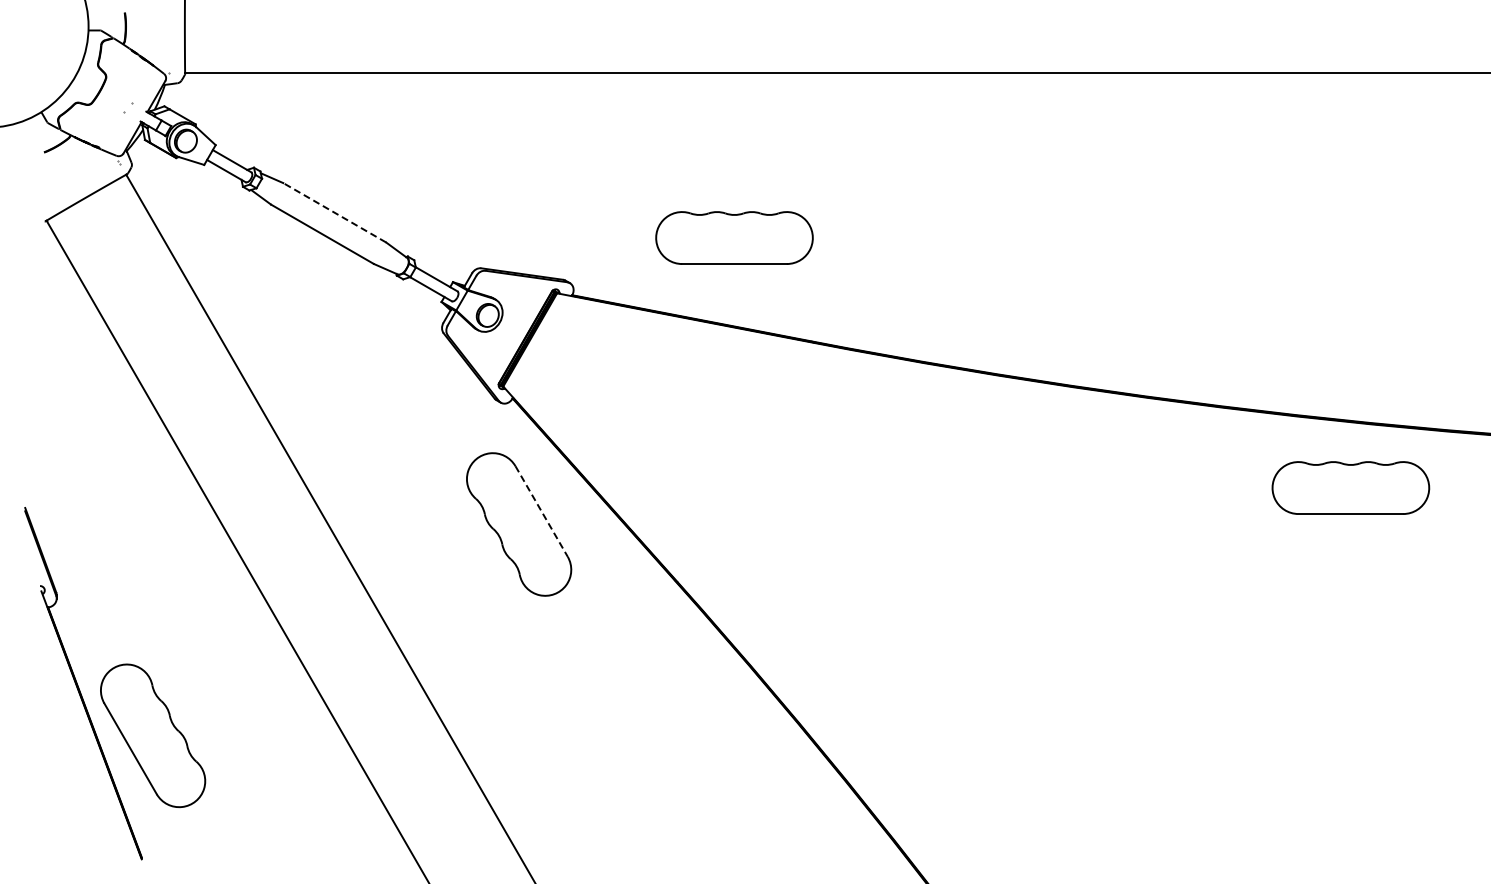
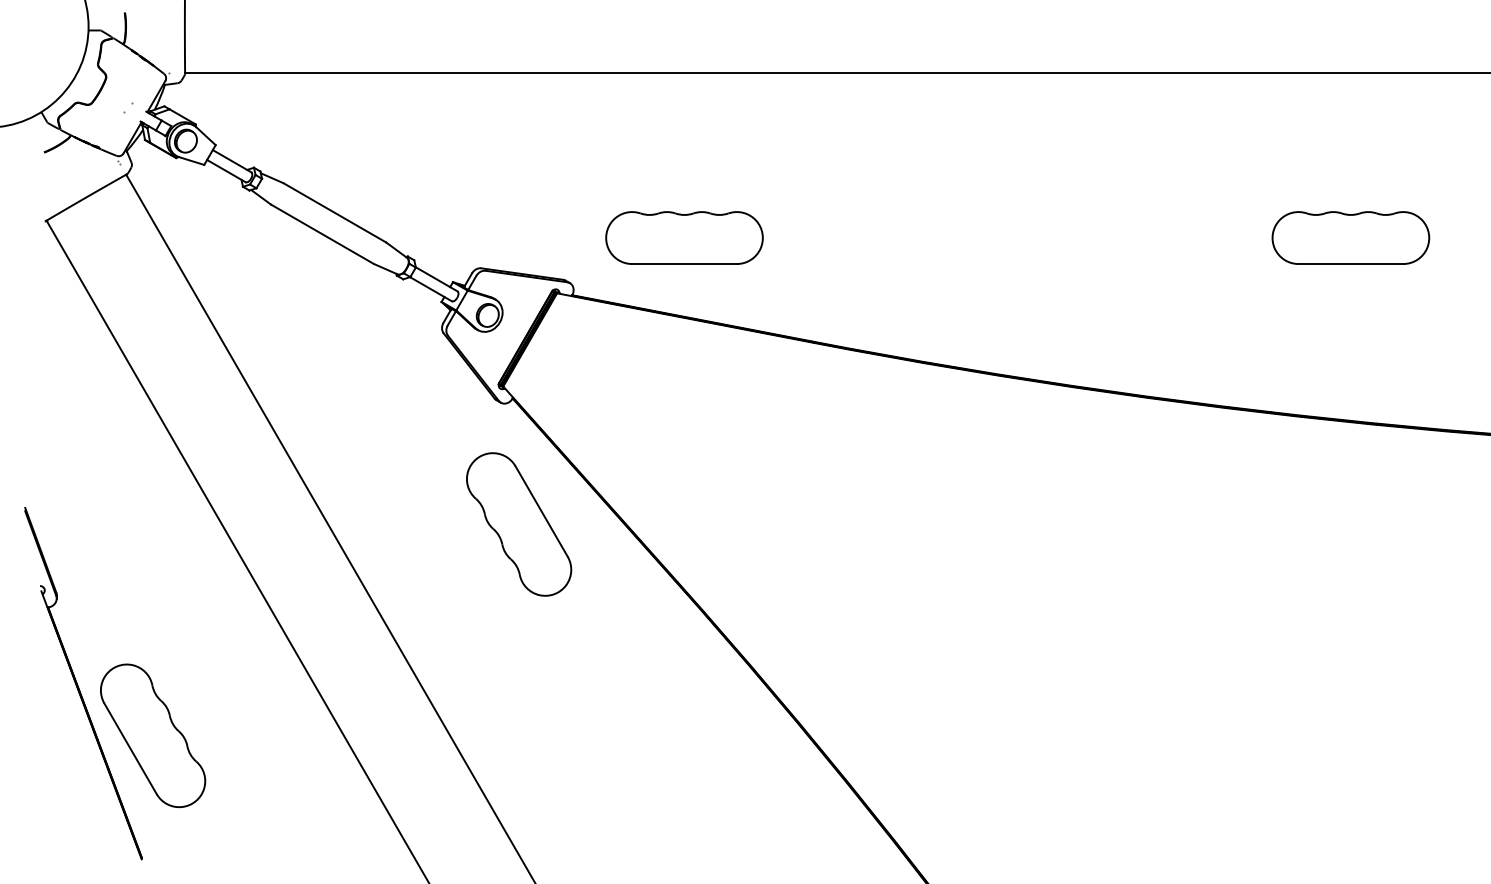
line at (334, 212): dashed -> solid
part at (734, 237) position: (734, 237) -> (684, 237)
part at (1350, 487) position: (1350, 487) -> (1350, 237)
line at (541, 511): dashed -> solid
